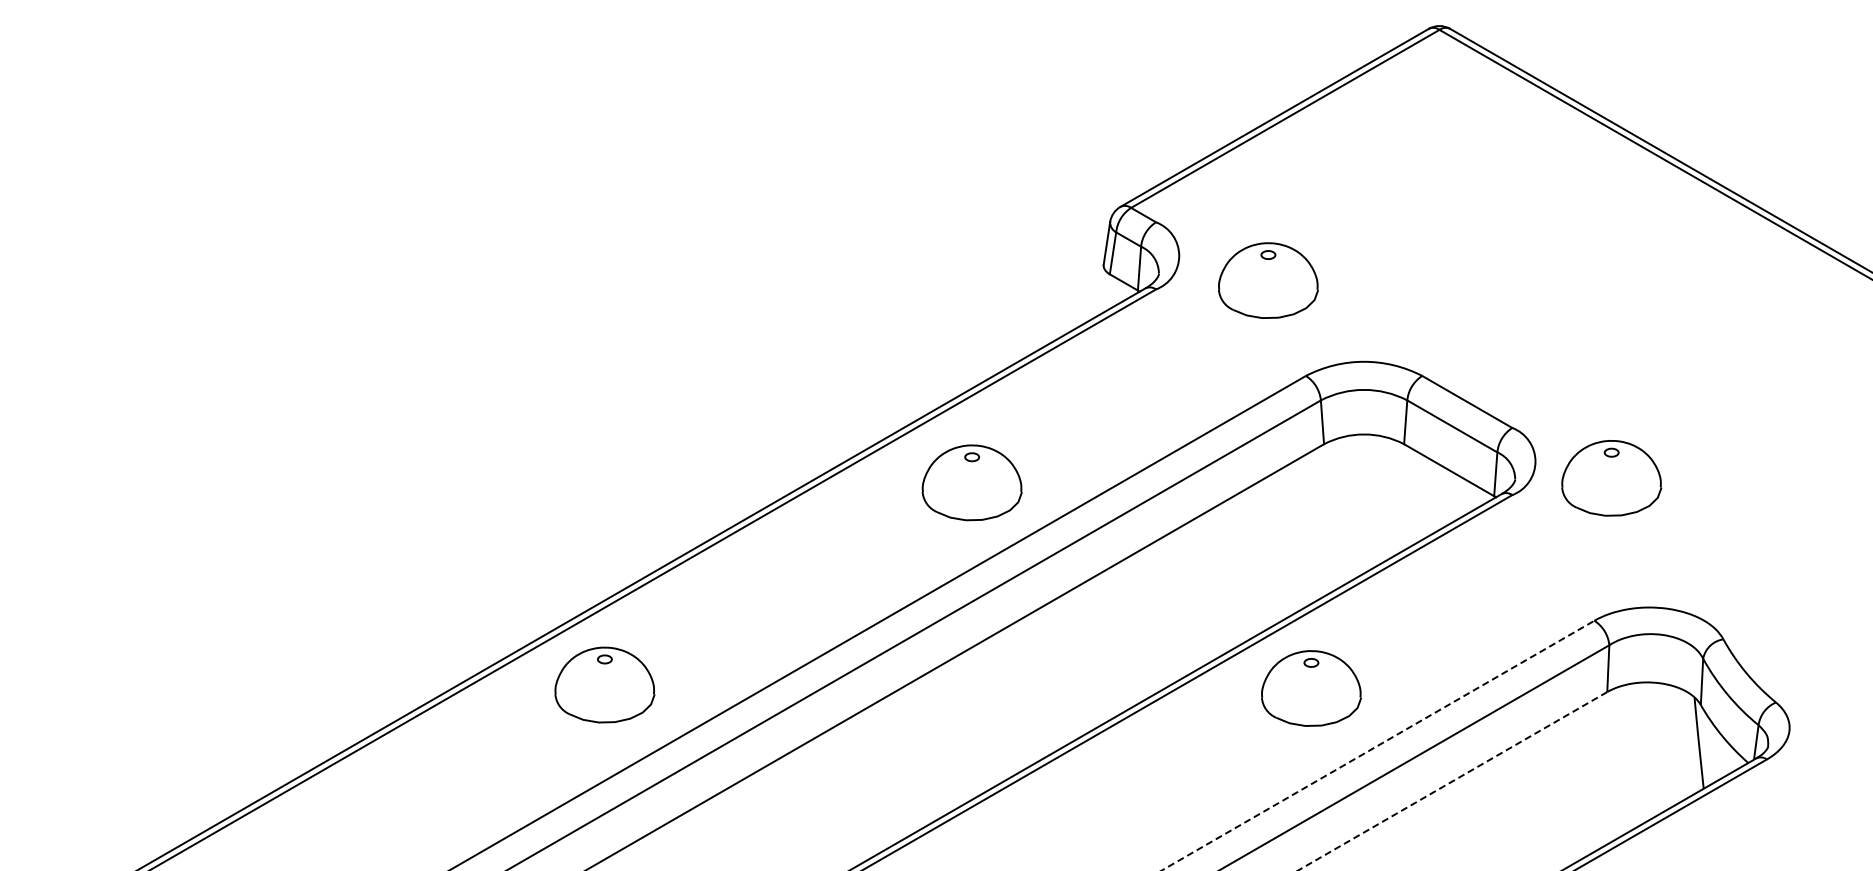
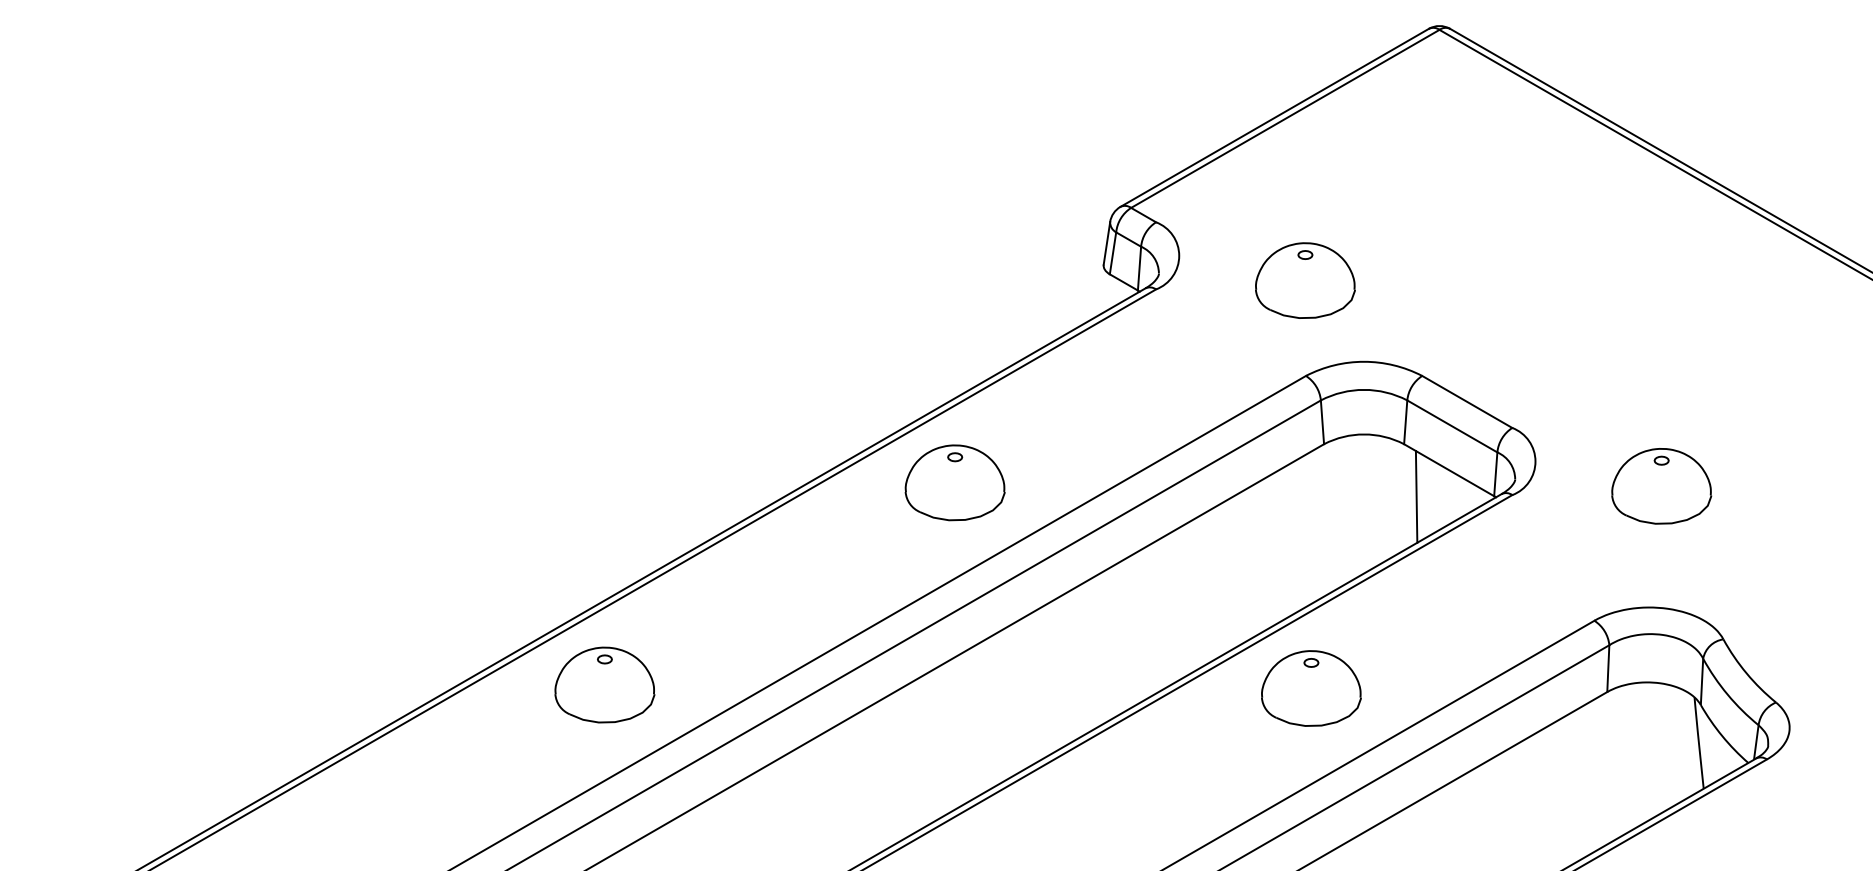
part at (1268, 280) position: (1268, 280) -> (1305, 280)
part at (1611, 478) position: (1611, 478) -> (1661, 486)
part at (971, 482) position: (971, 482) -> (954, 482)
line at (1416, 496): none -> present
line at (1377, 745): dashed -> solid
line at (1452, 781): dashed -> solid
